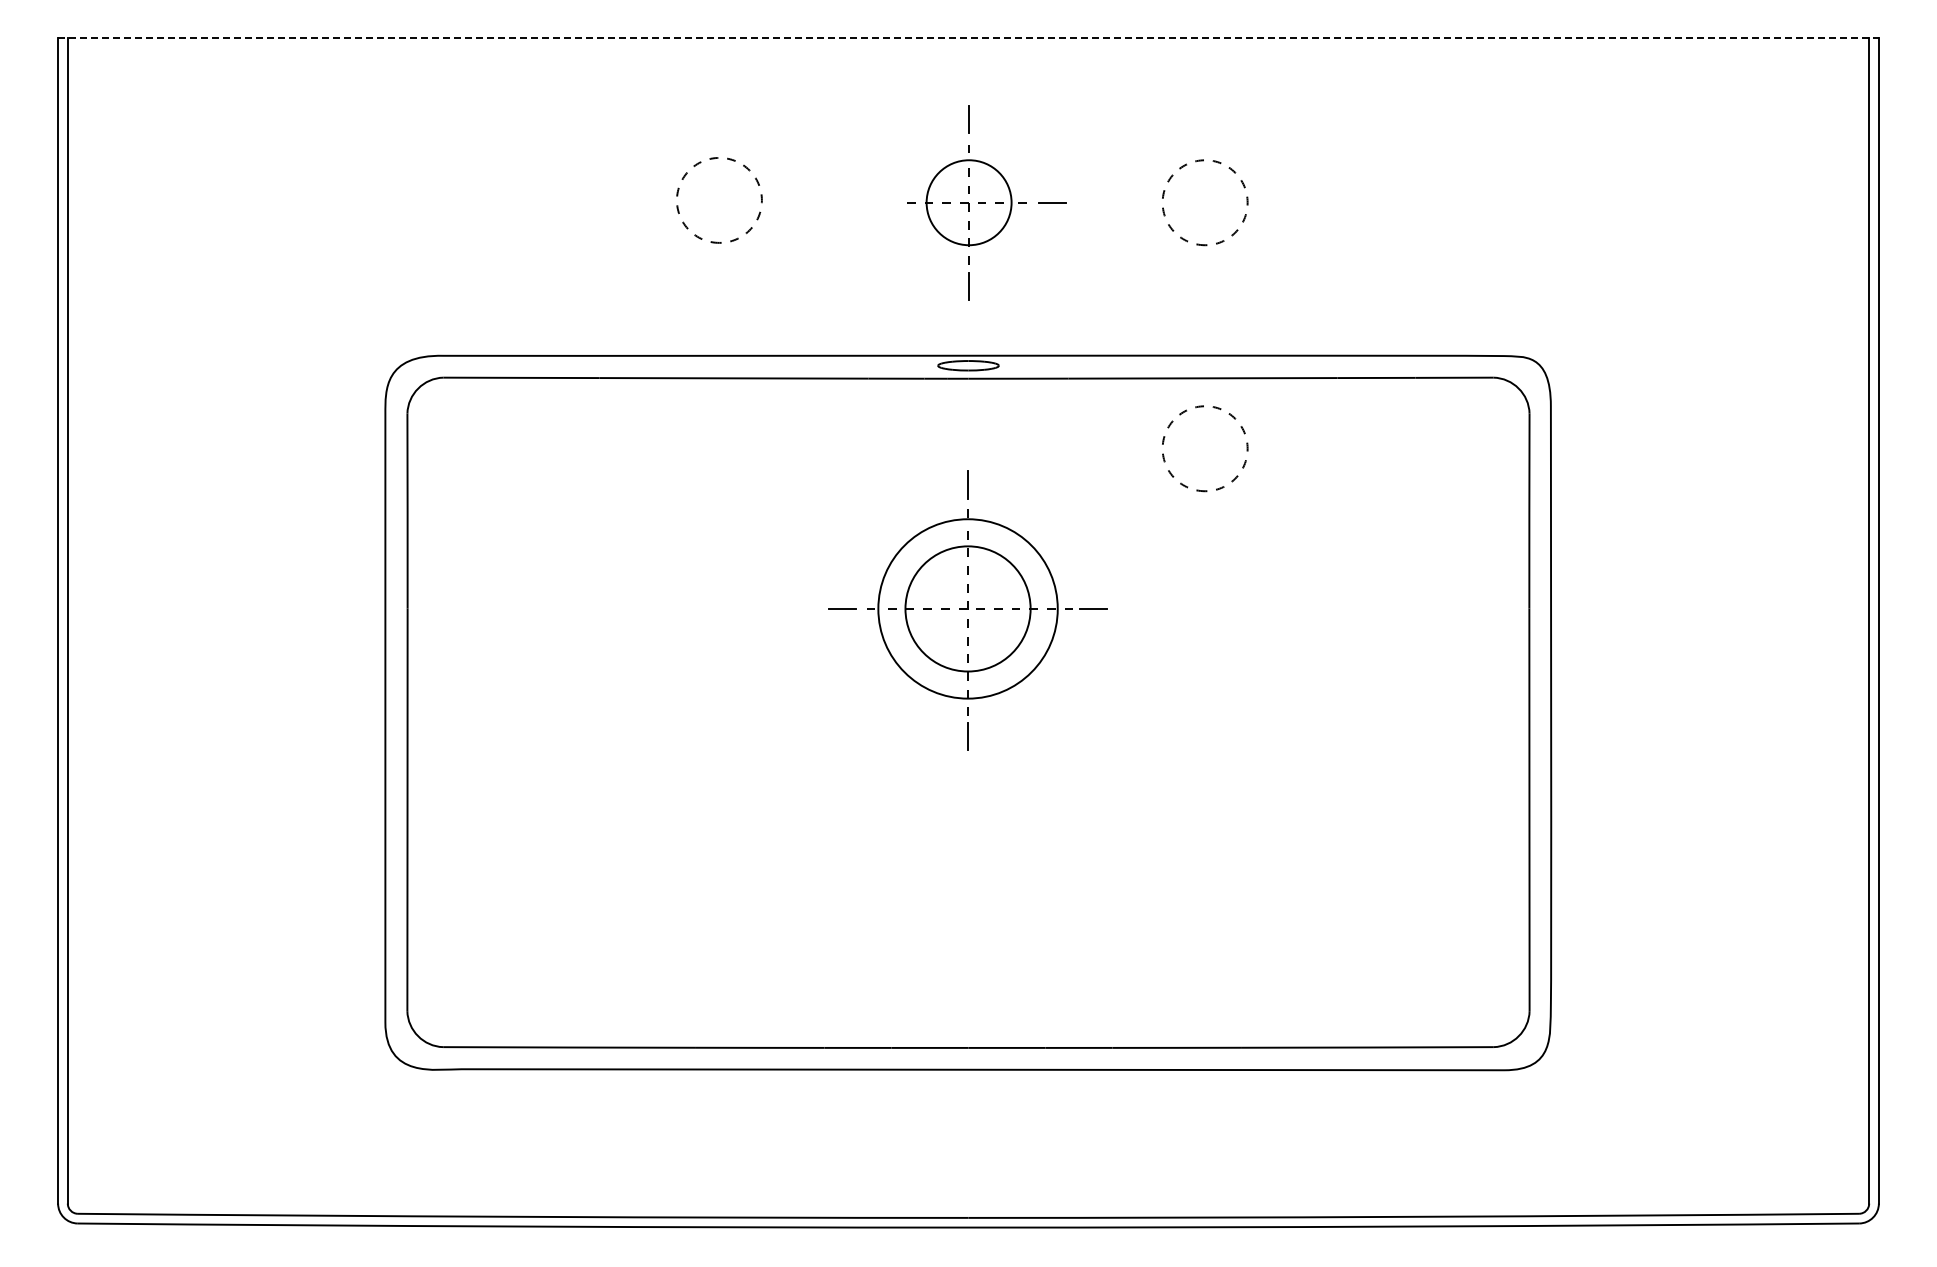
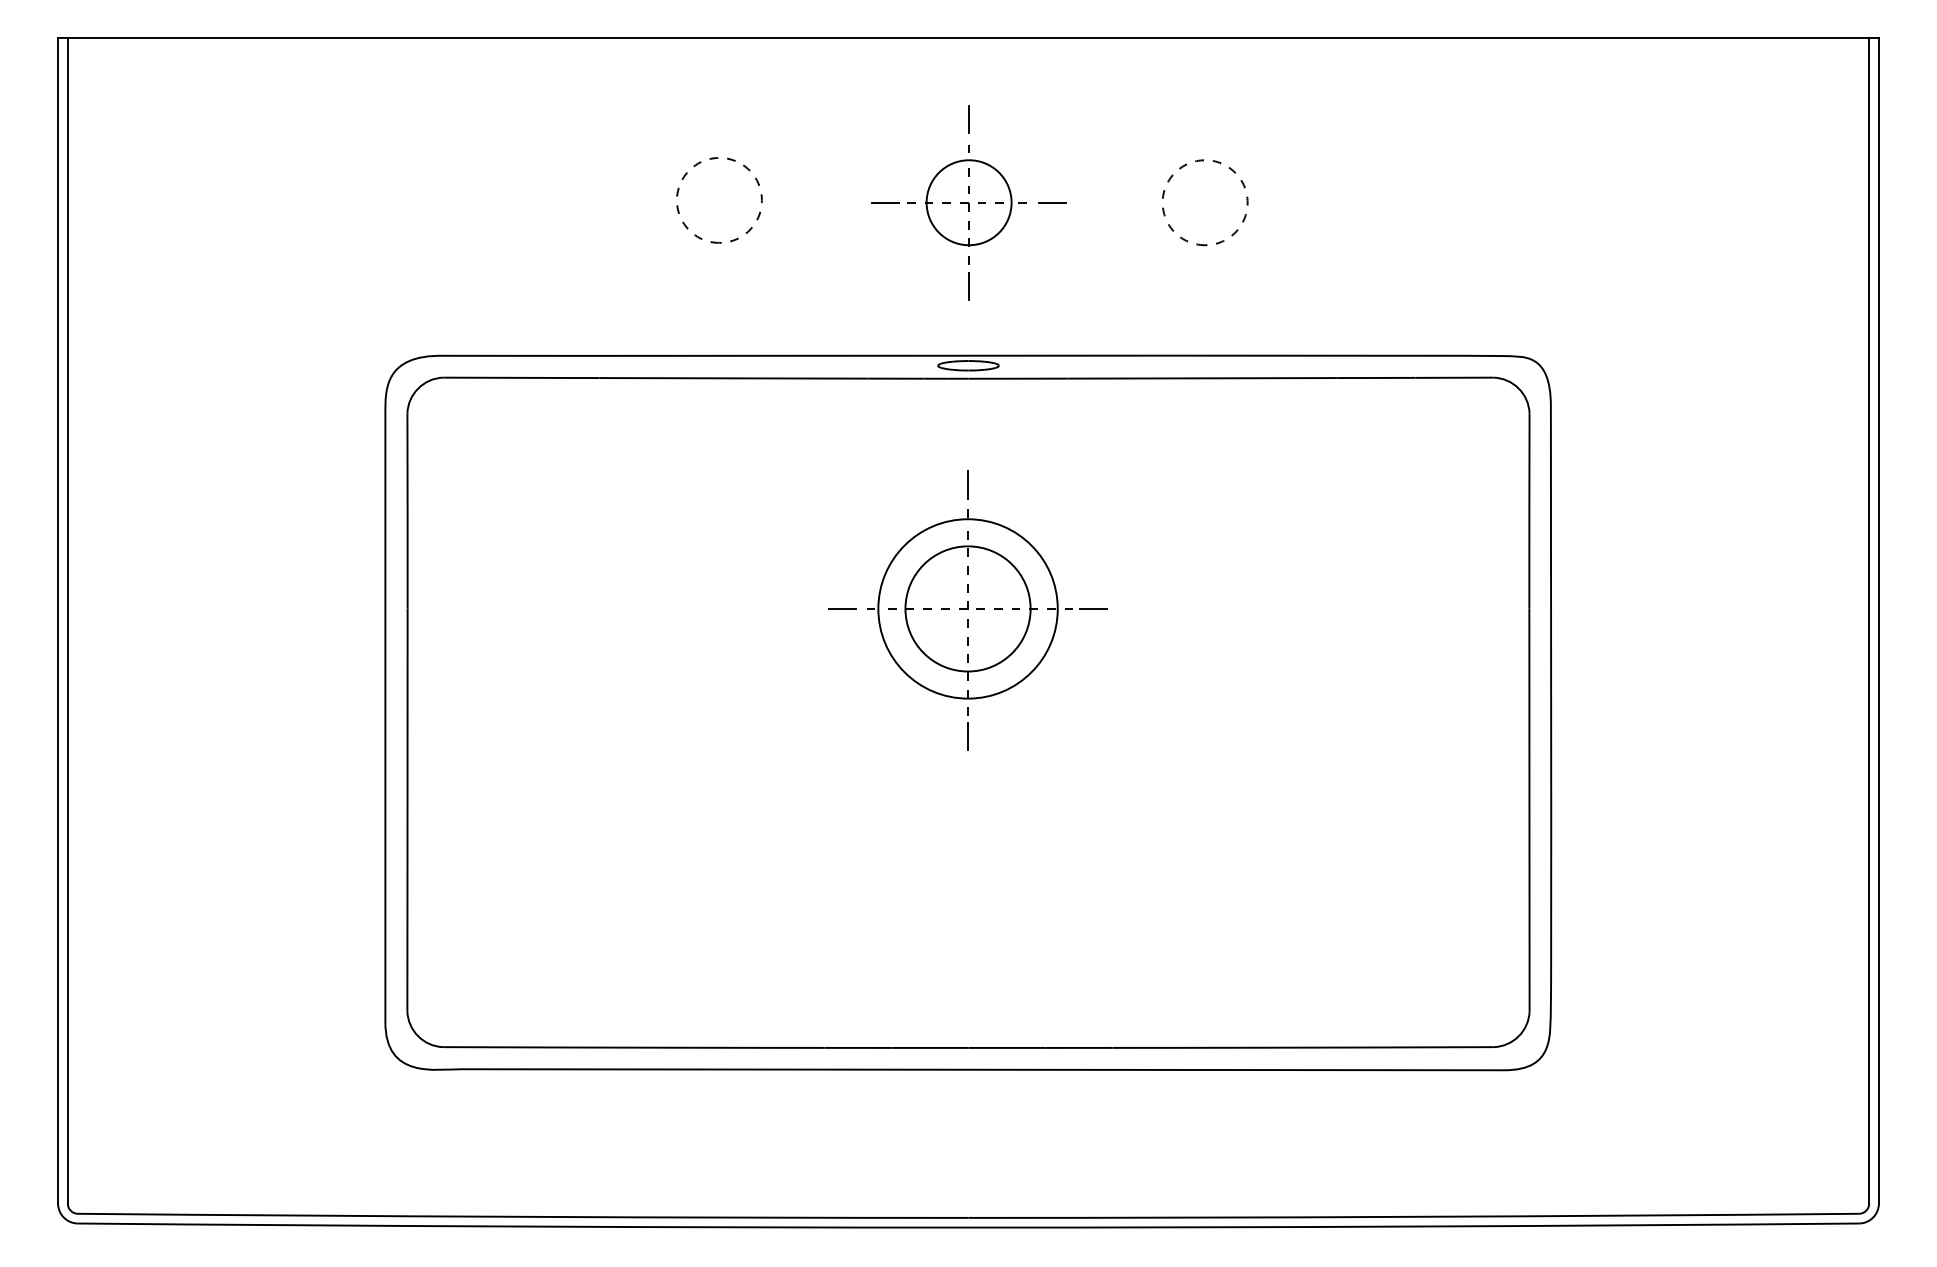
line at (969, 38): dashed -> solid
line at (885, 202): none -> present
part at (1229, 415): present -> none
